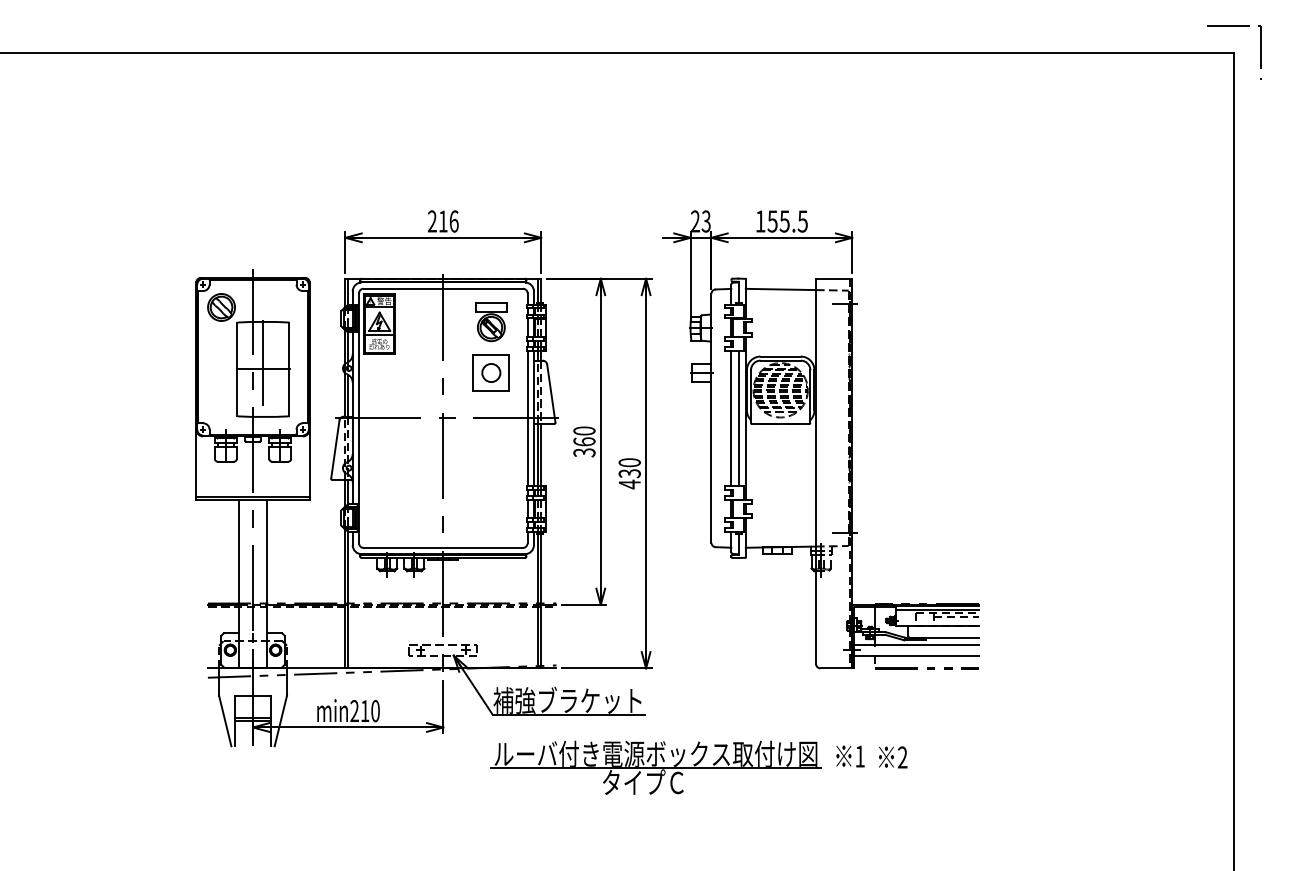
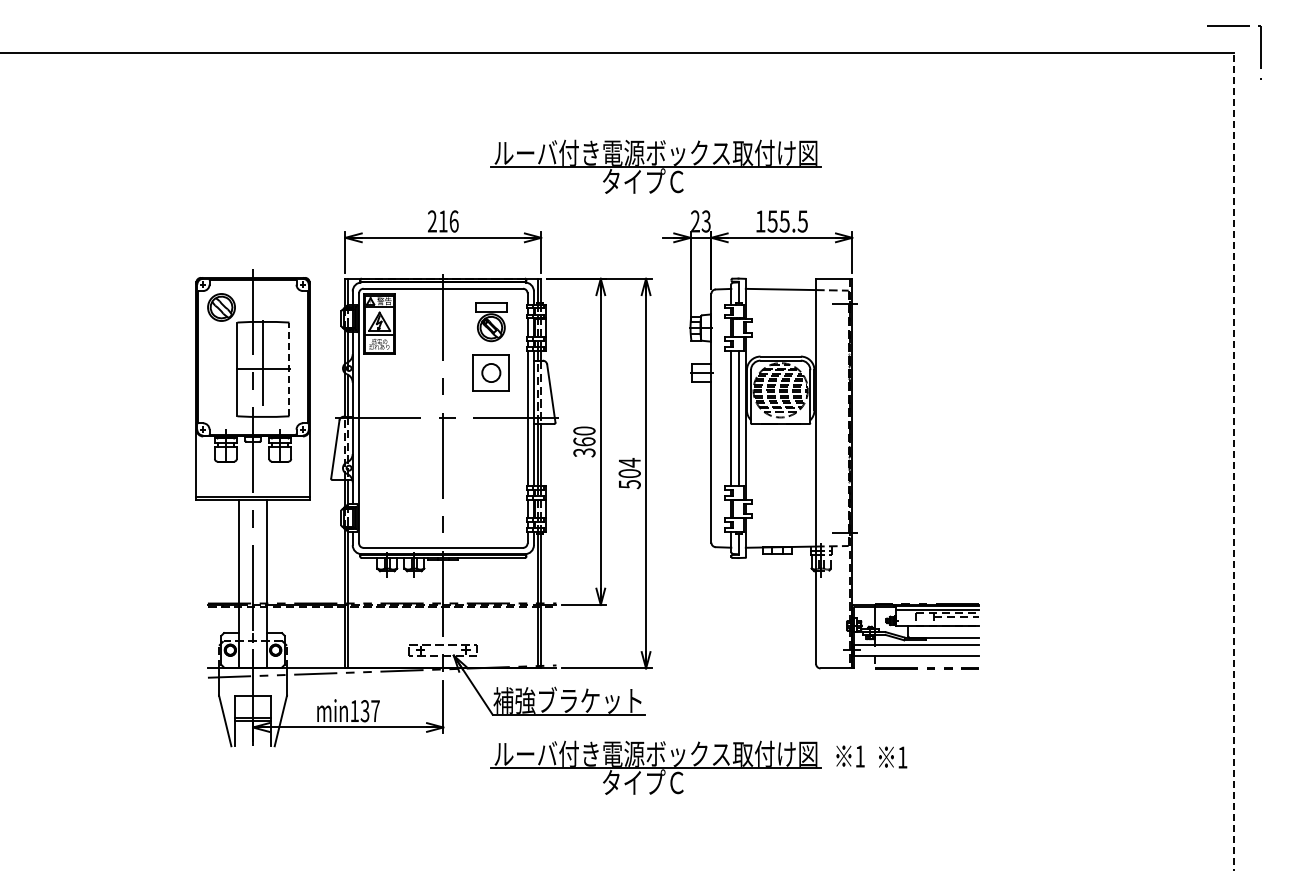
part at (655, 166): none -> present
line at (289, 369): solid -> dashed
line at (1233, 461): solid -> dashed
text at (629, 473): 430 -> 504
text at (364, 711): min210 -> min137
text at (902, 757): 2 -> 1
